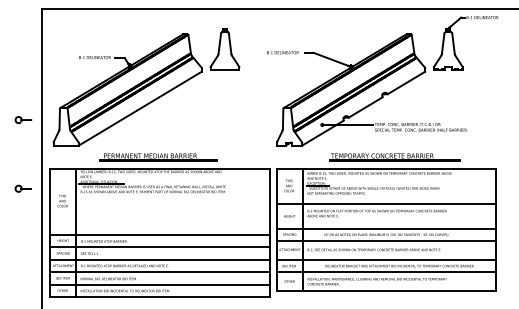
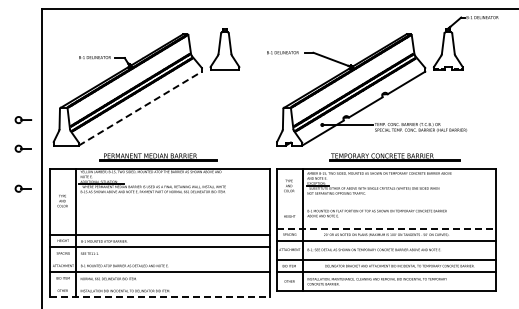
line at (140, 108): solid -> dashed
part at (22, 148): none -> present
line at (386, 203): present -> none
line at (386, 228): solid -> dashed
line at (159, 259): present -> none
line at (159, 284): present -> none
line at (159, 297): solid -> dashed
